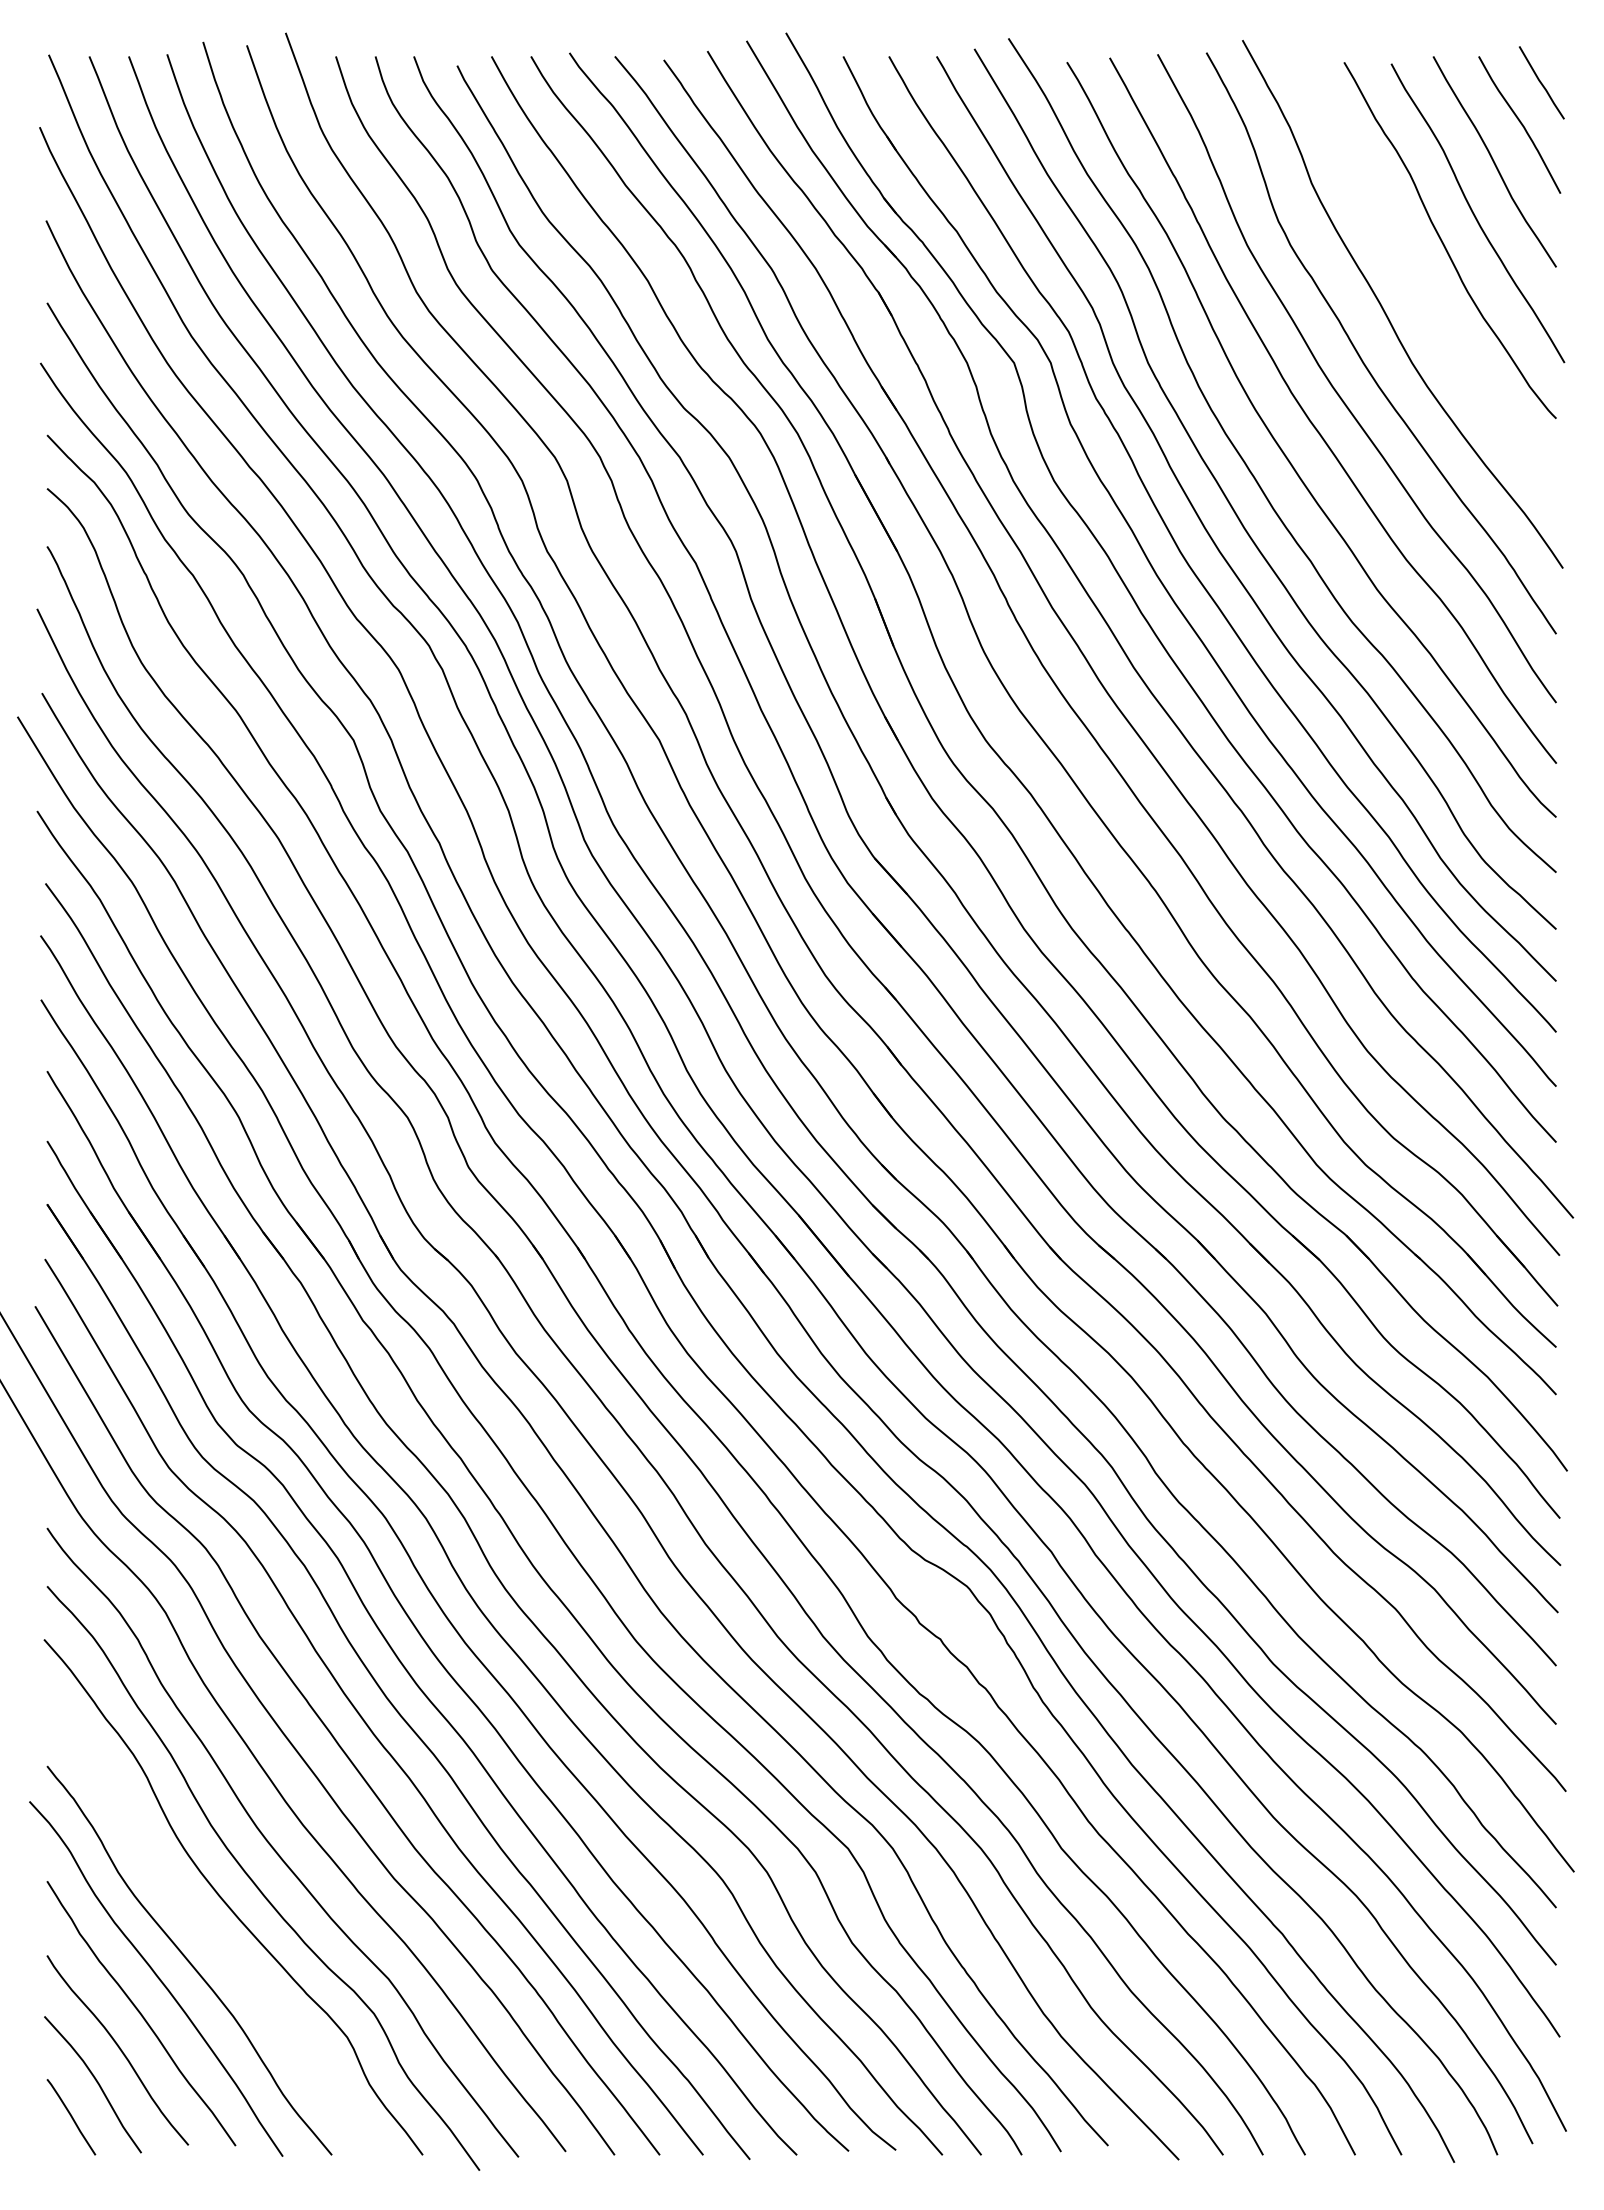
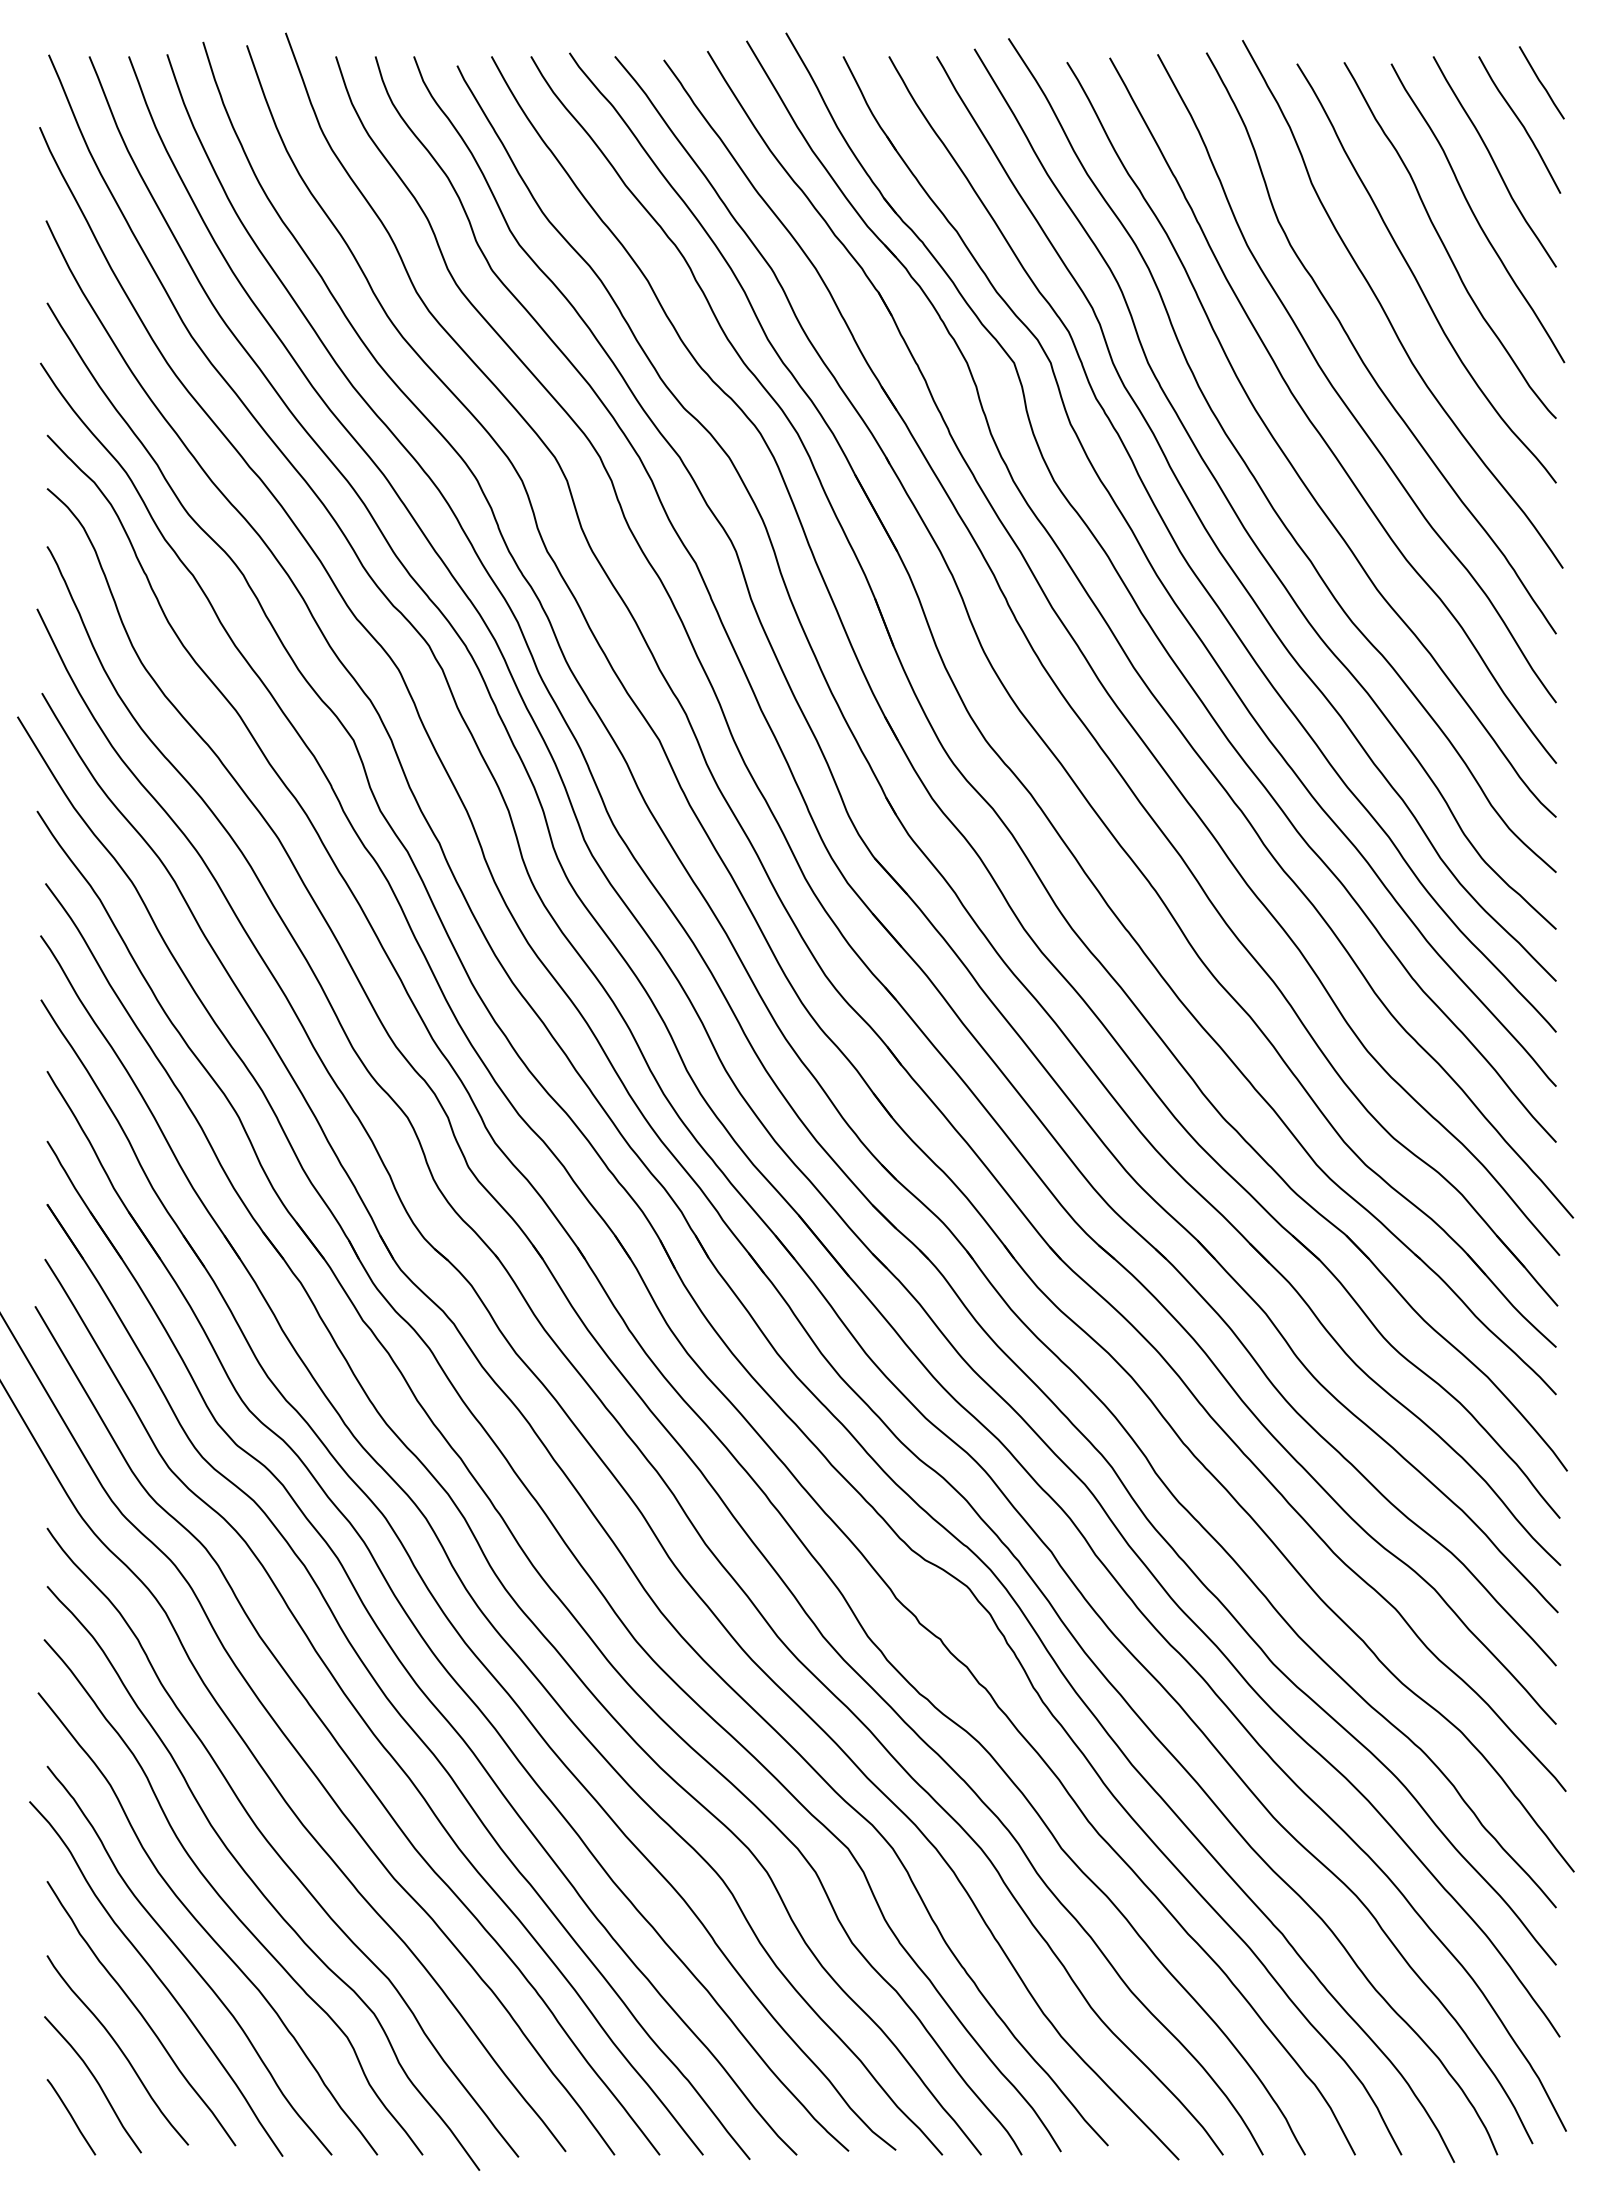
curve at (1416, 277): none -> present
curve at (203, 1926): none -> present
